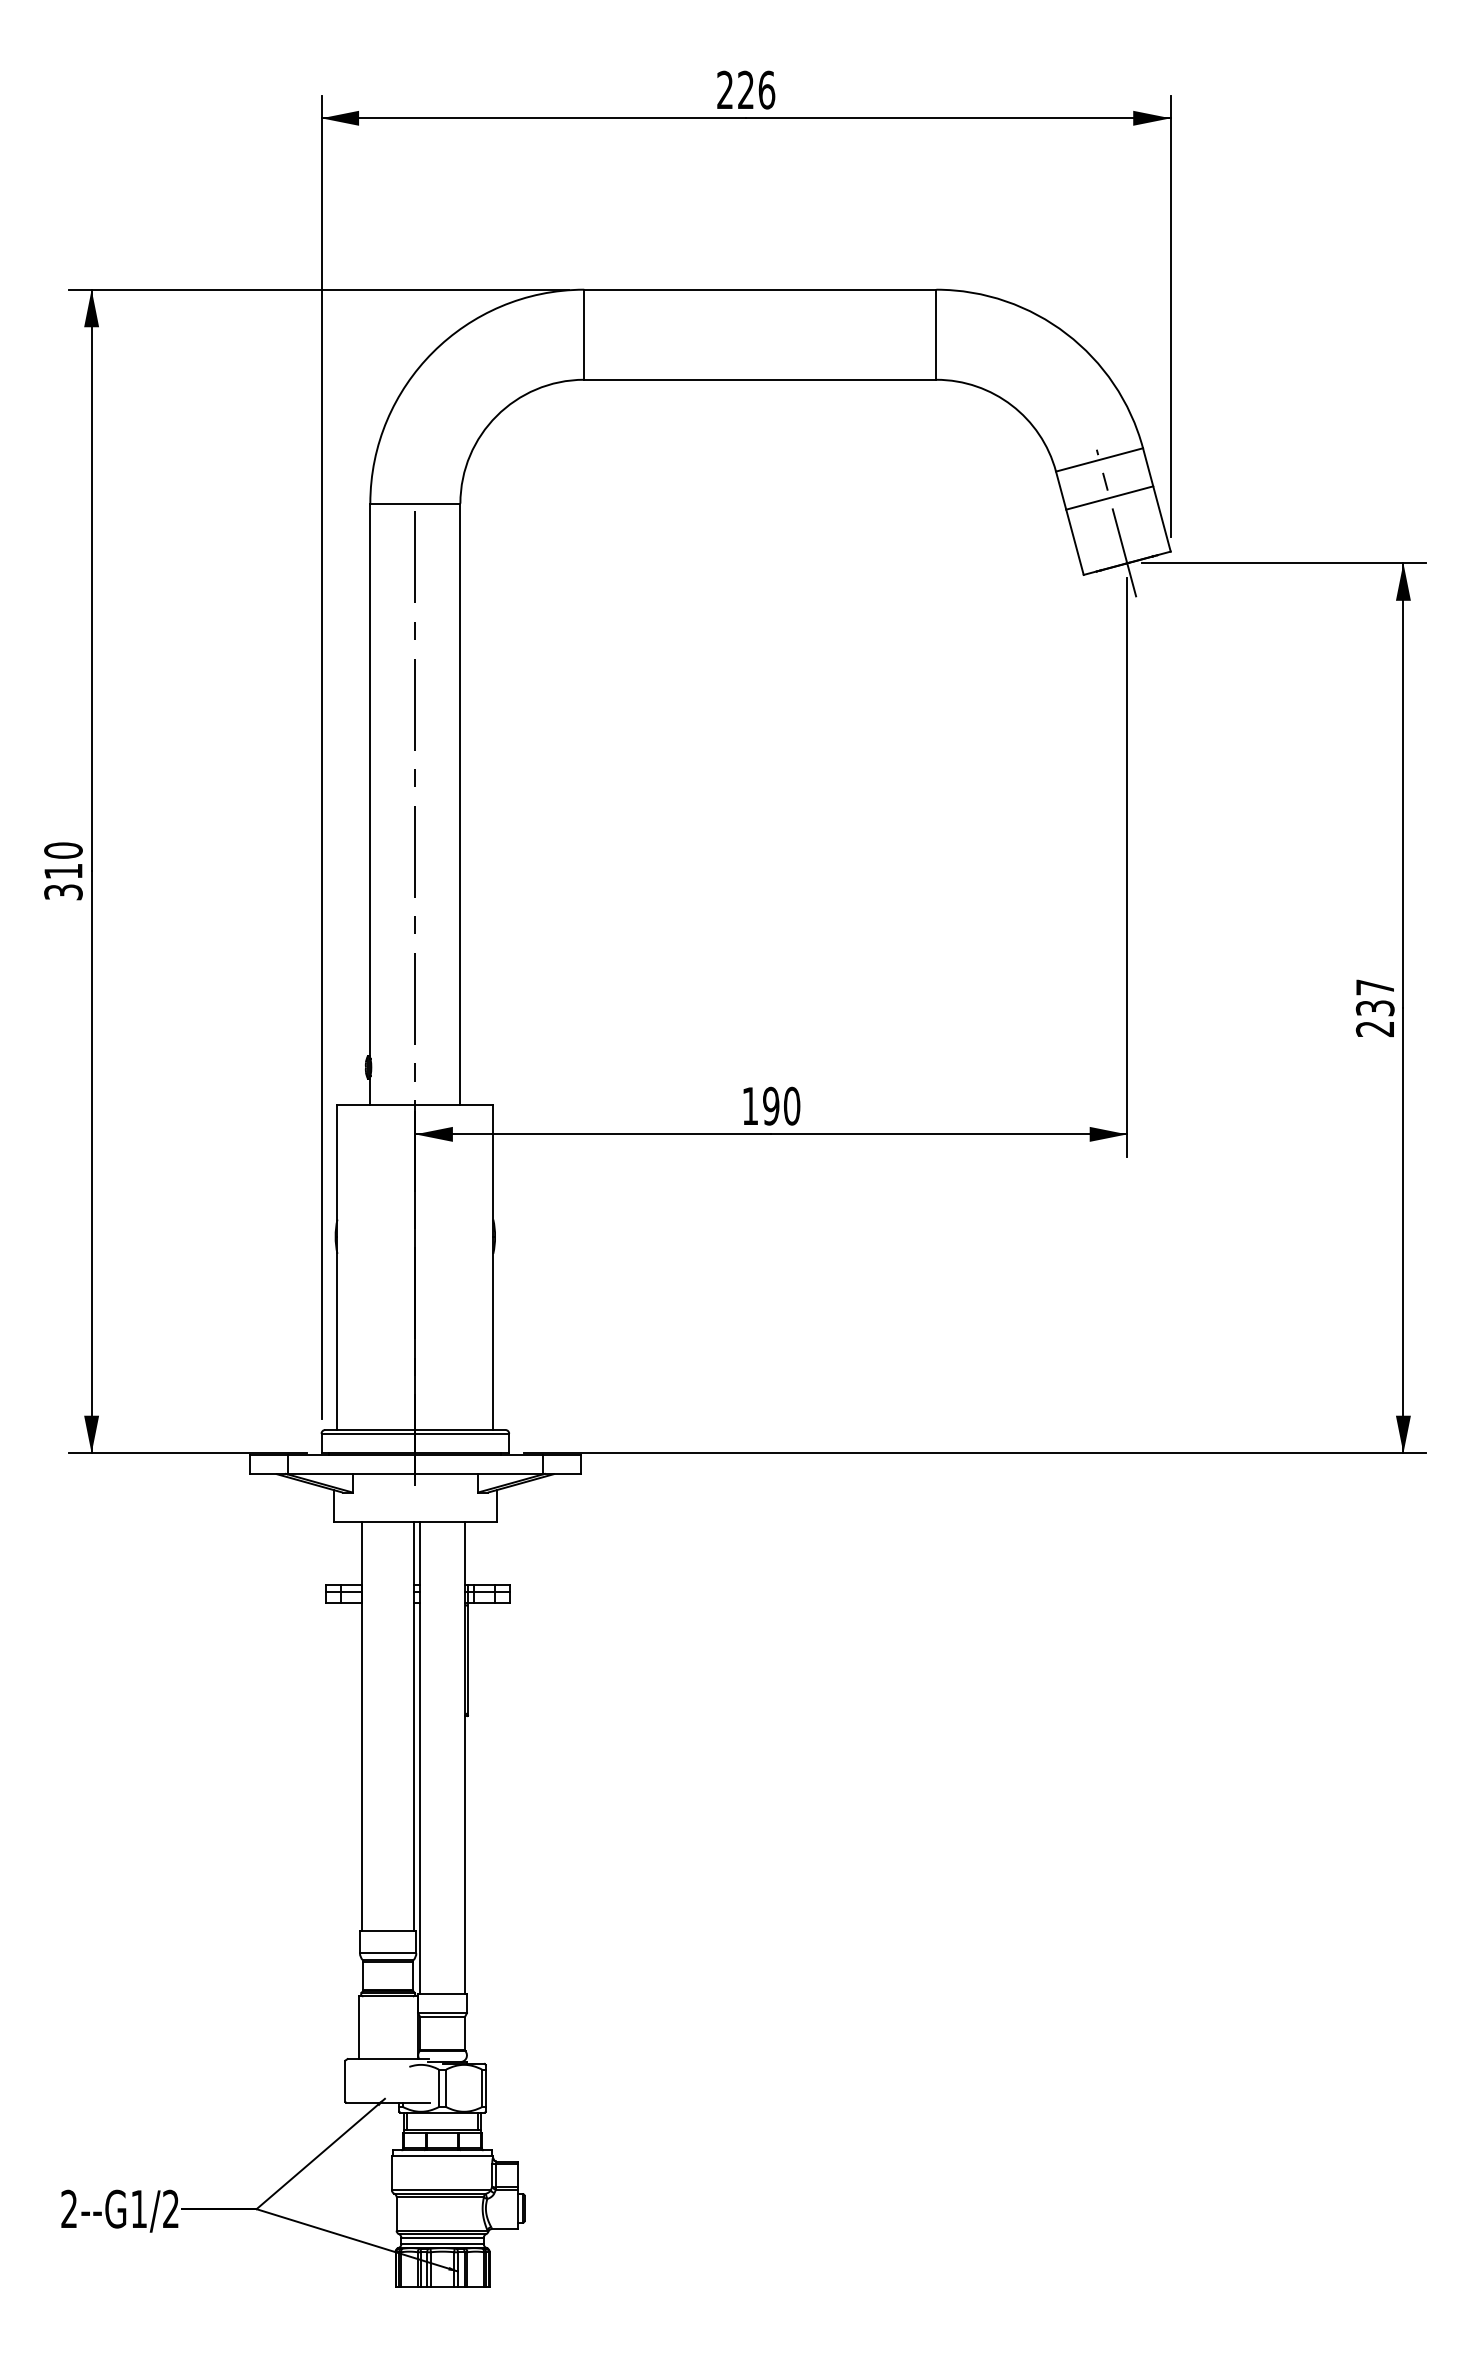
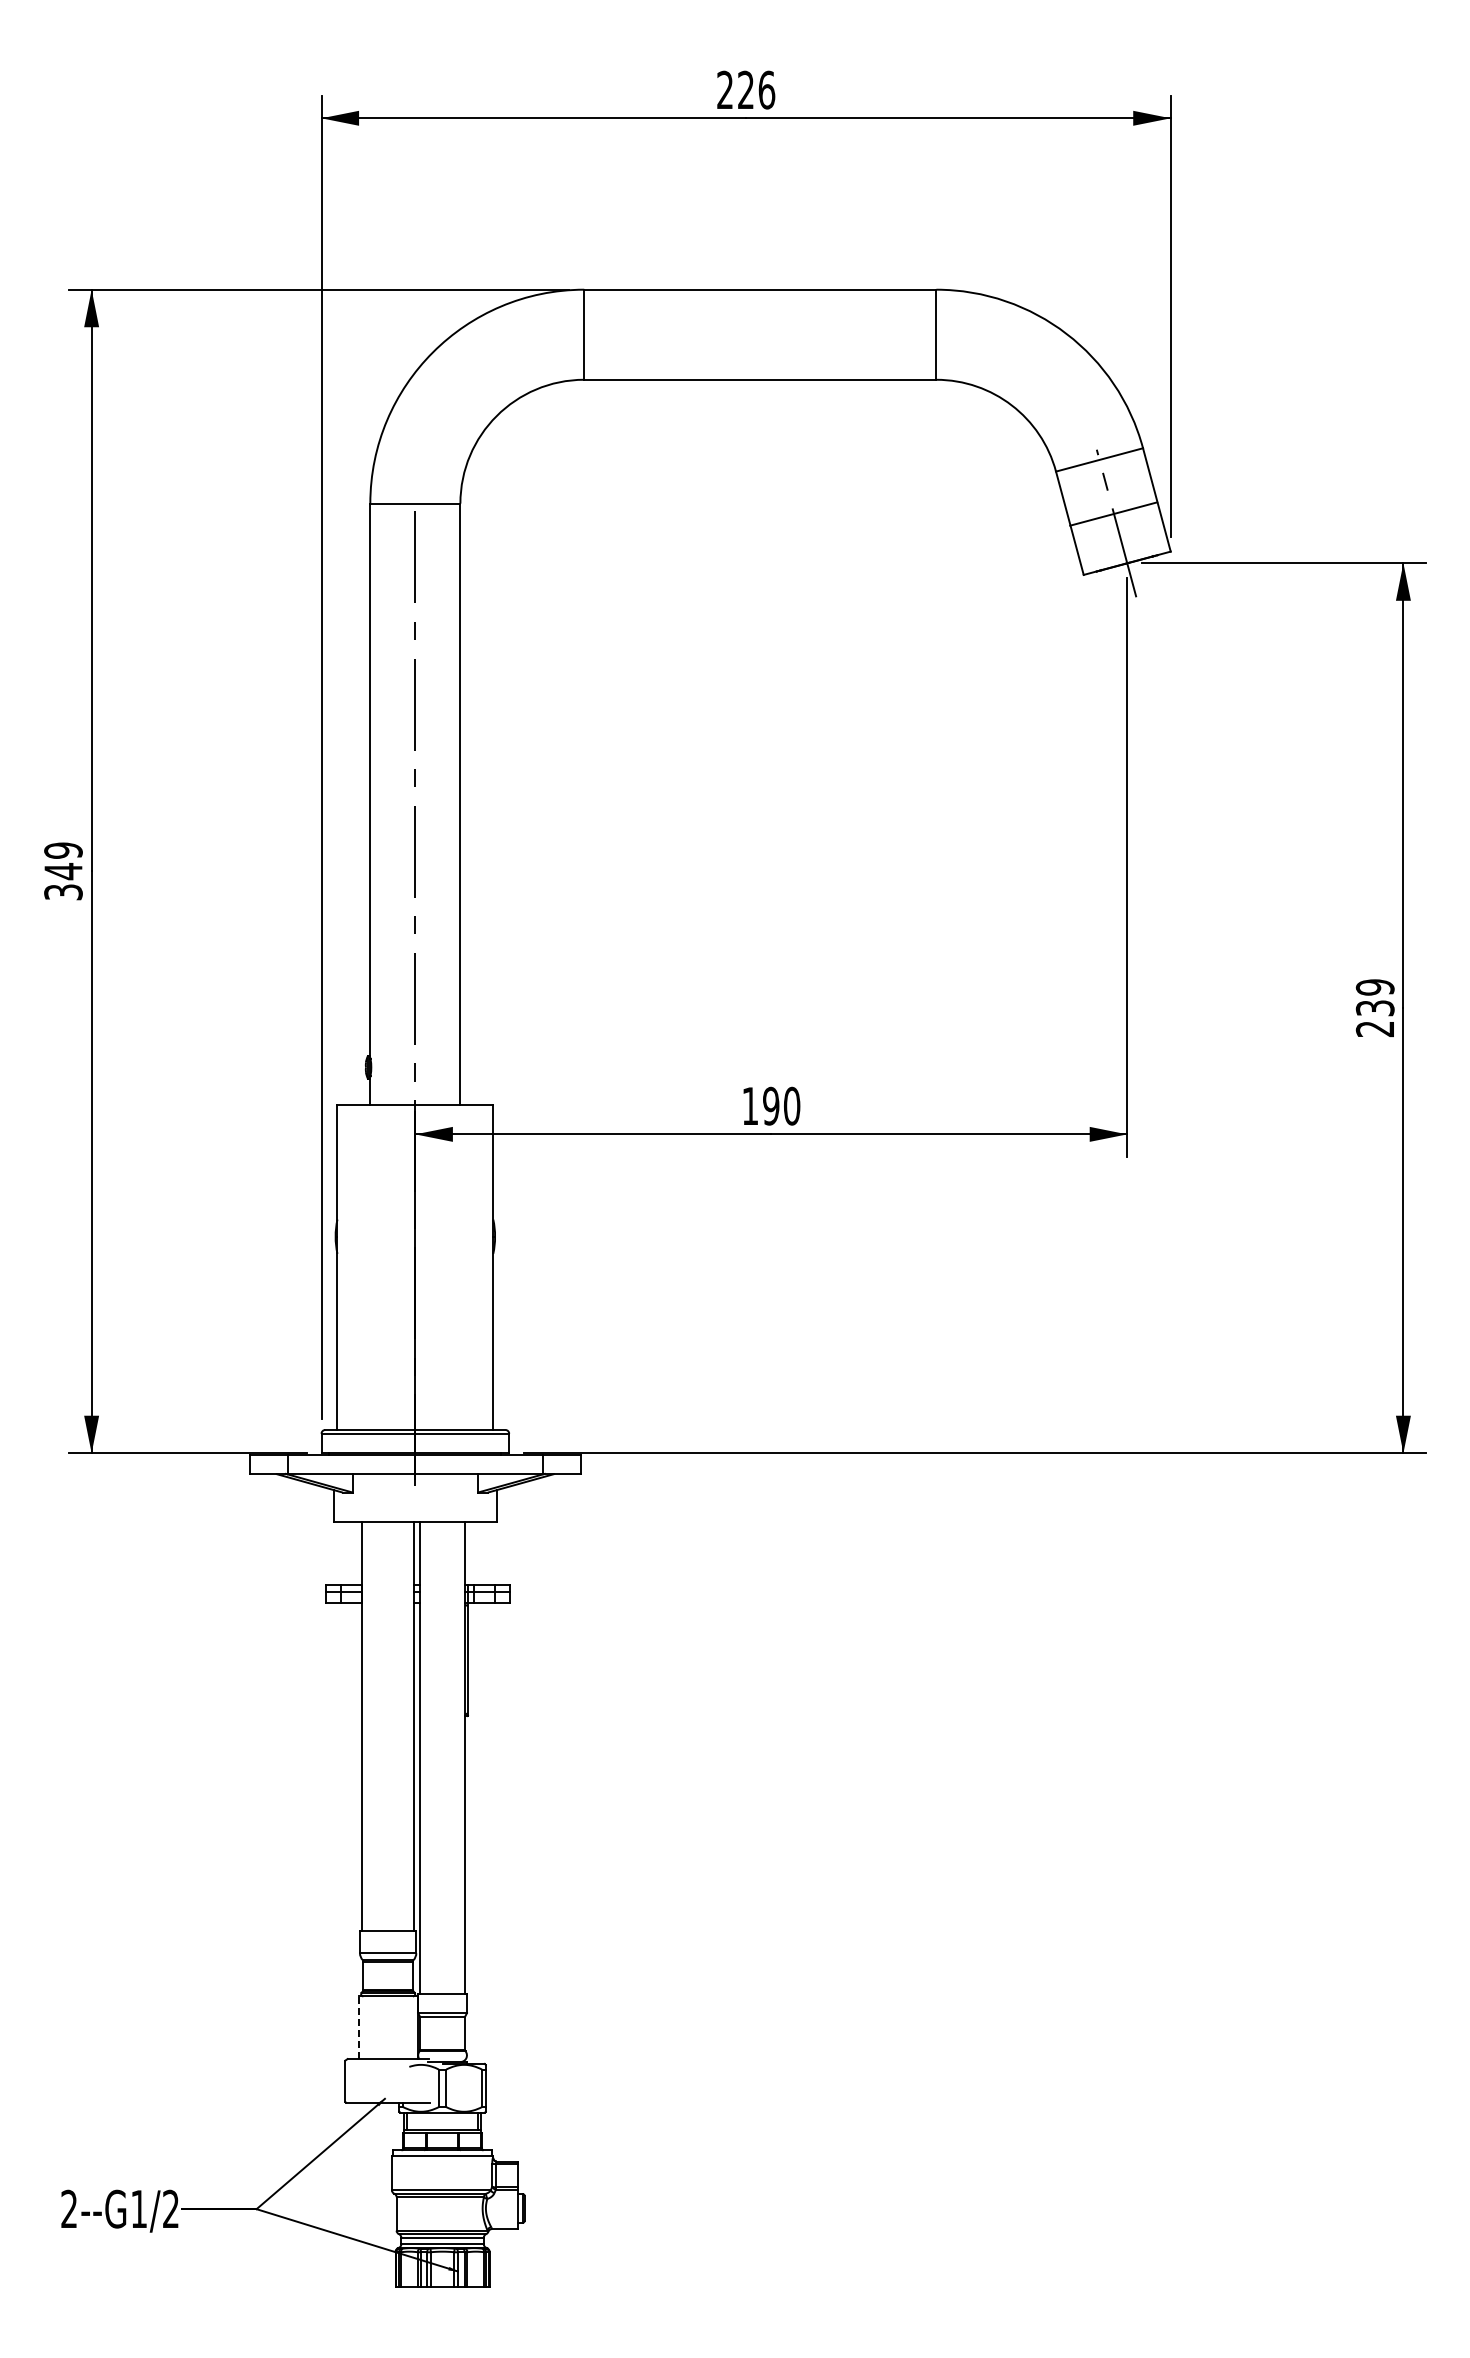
line at (1109, 497) position: (1109, 497) -> (1113, 513)
text at (63, 861): 310 -> 349
text at (1374, 987): 237 -> 239
line at (358, 2027): solid -> dashed
